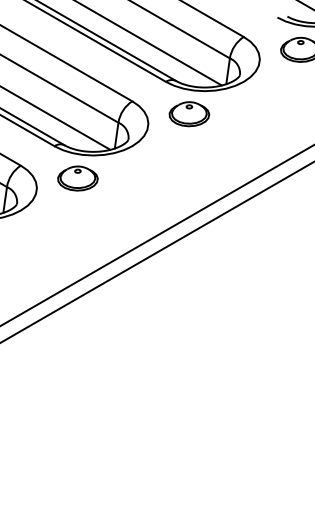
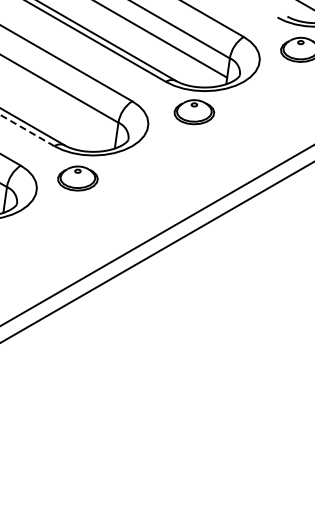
line at (149, 43) position: (149, 43) -> (161, 39)
part at (189, 114) position: (189, 114) -> (194, 112)
line at (56, 118): present -> none
line at (26, 130): solid -> dashed
